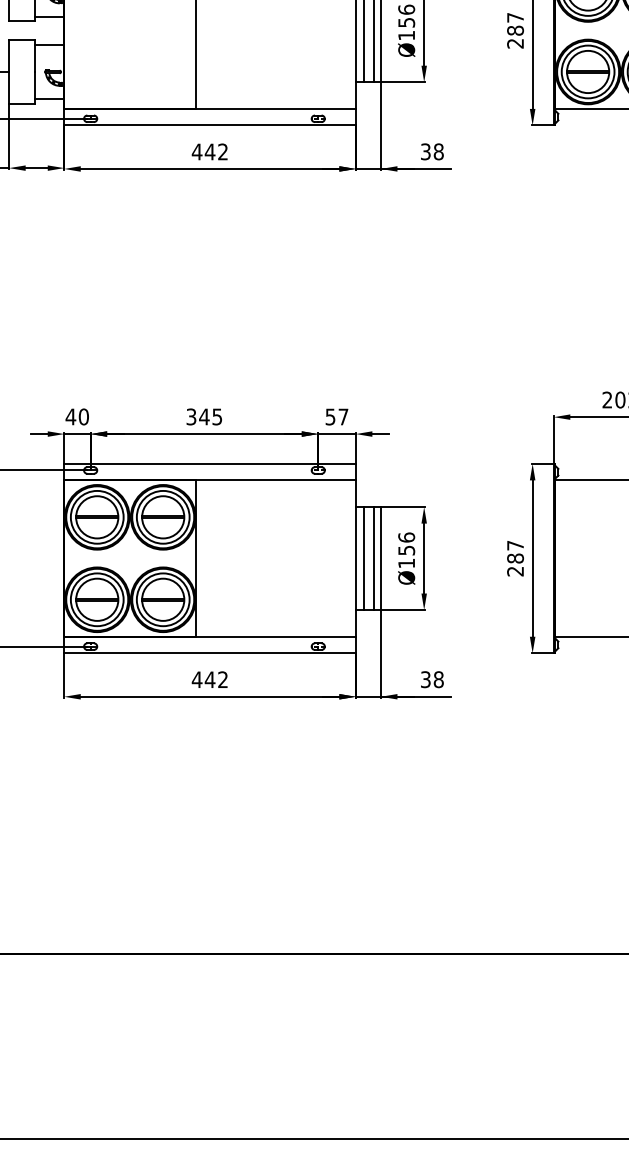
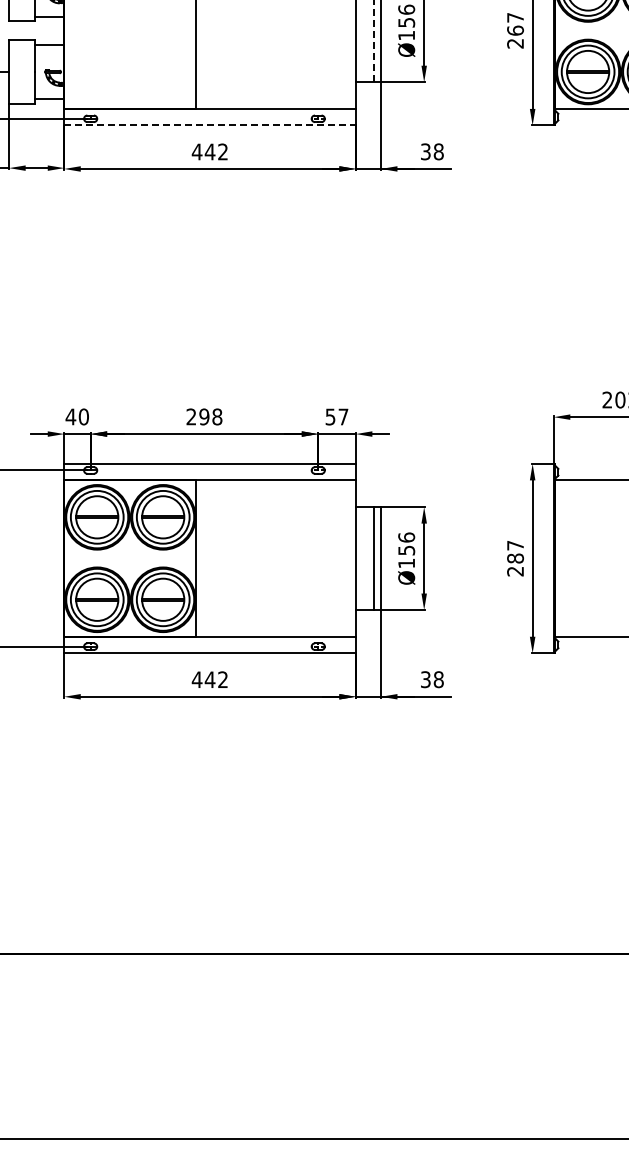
text at (515, 30): 287 -> 267
line at (374, 41): solid -> dashed
line at (364, 42): present -> none
line at (210, 125): solid -> dashed
text at (204, 416): 345 -> 298
line at (364, 558): present -> none
